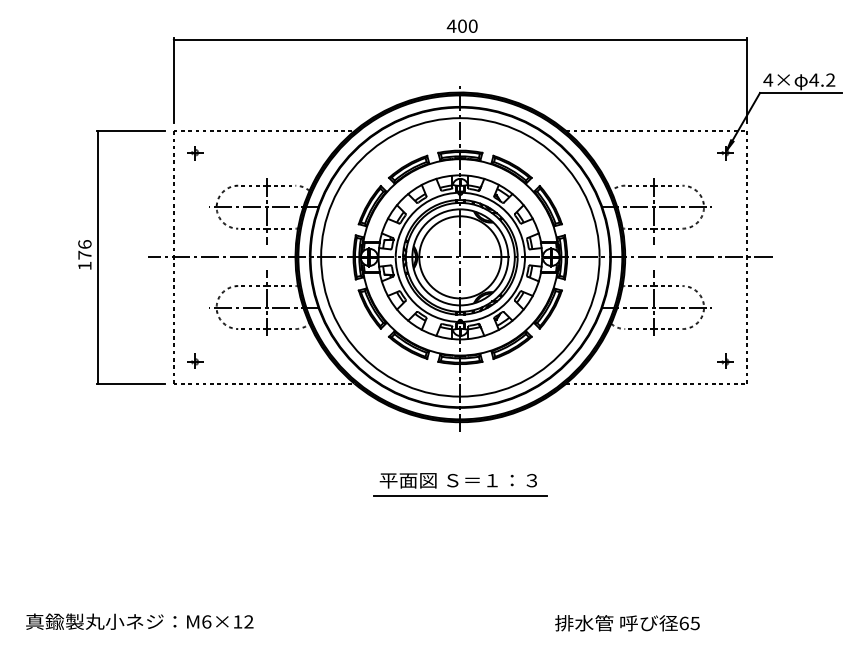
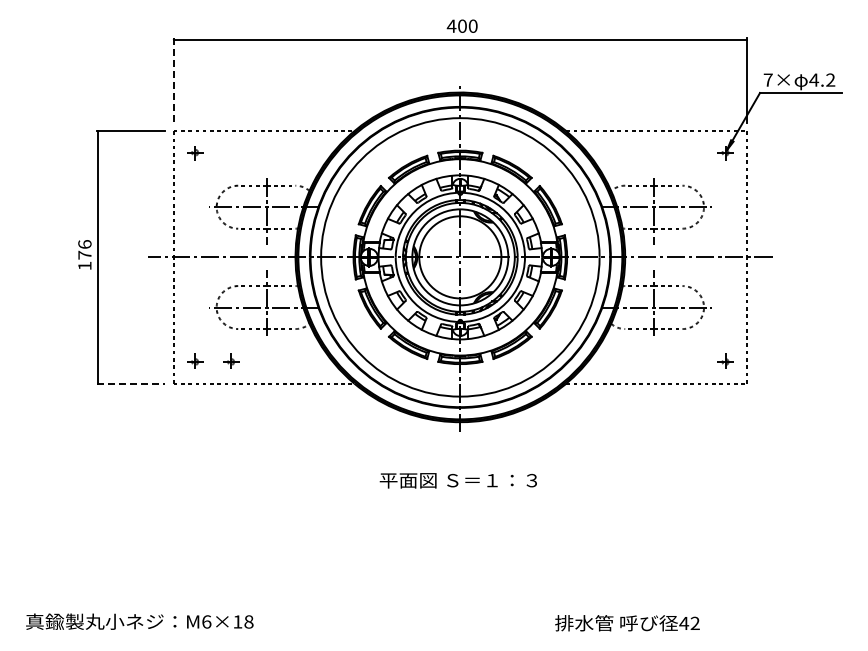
text at (768, 79): 4× -> 7×
line at (173, 80): solid -> dashed
part at (231, 360): none -> present
line at (131, 383): solid -> dashed
line at (460, 496): present -> none
text at (248, 621): M6×12 -> M6×18
text at (689, 623): 65 -> 42
